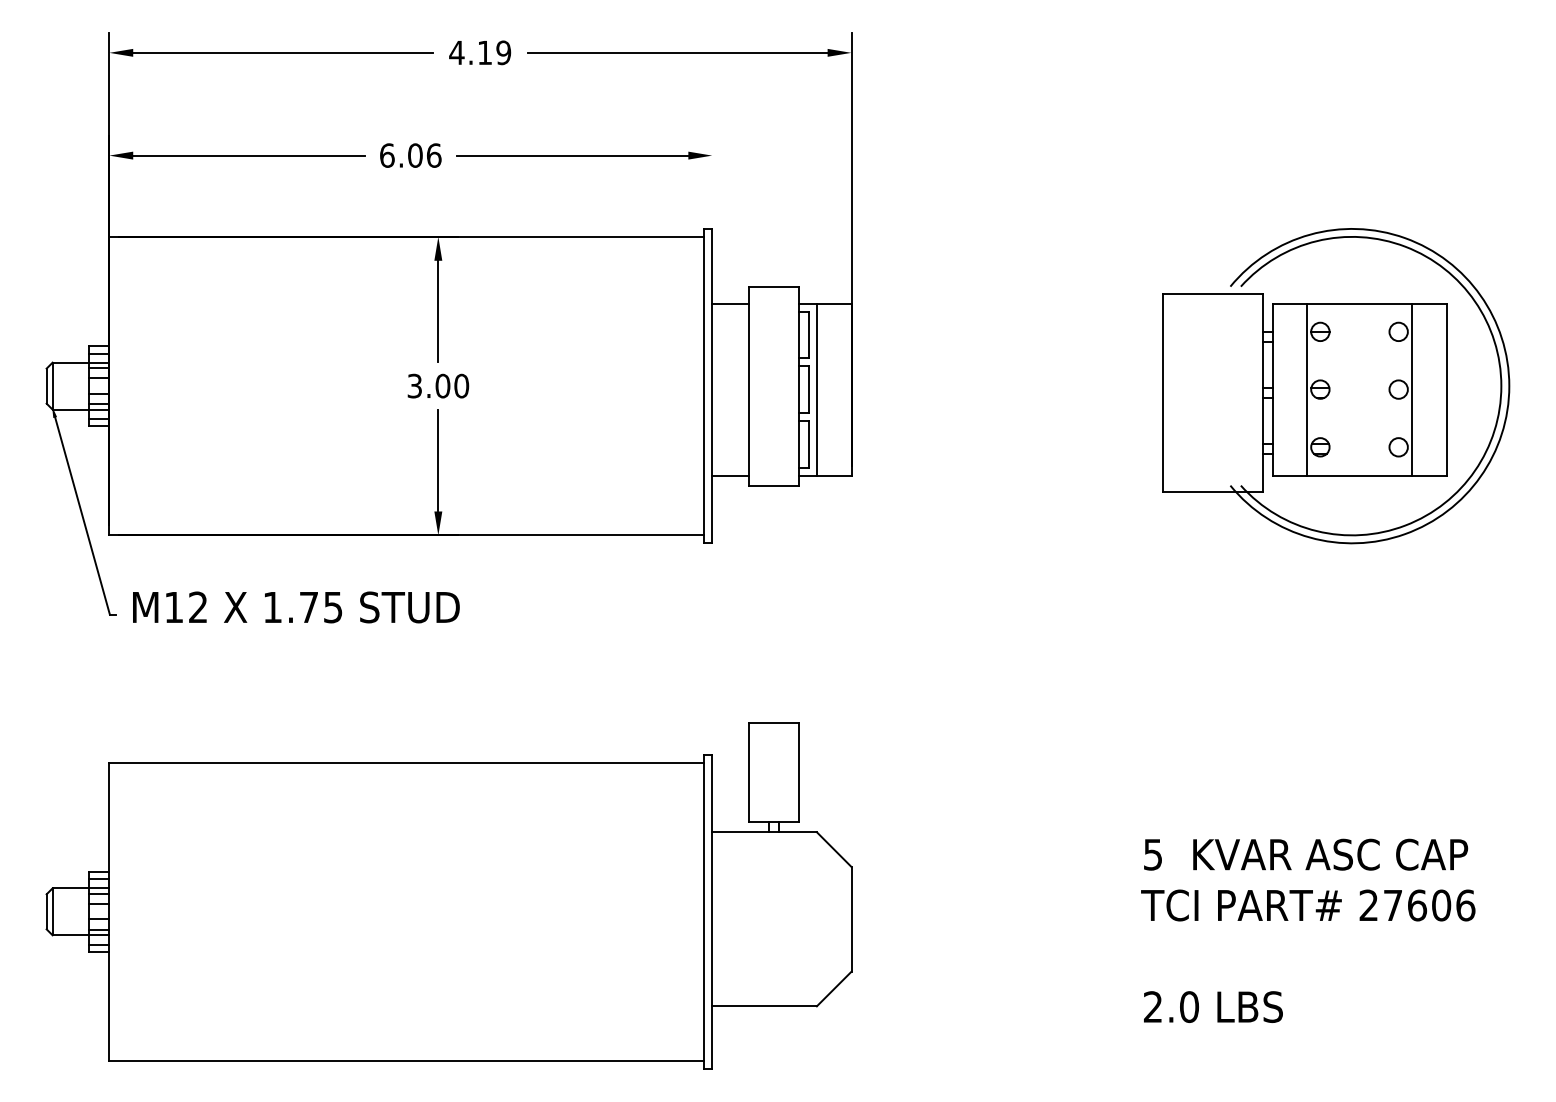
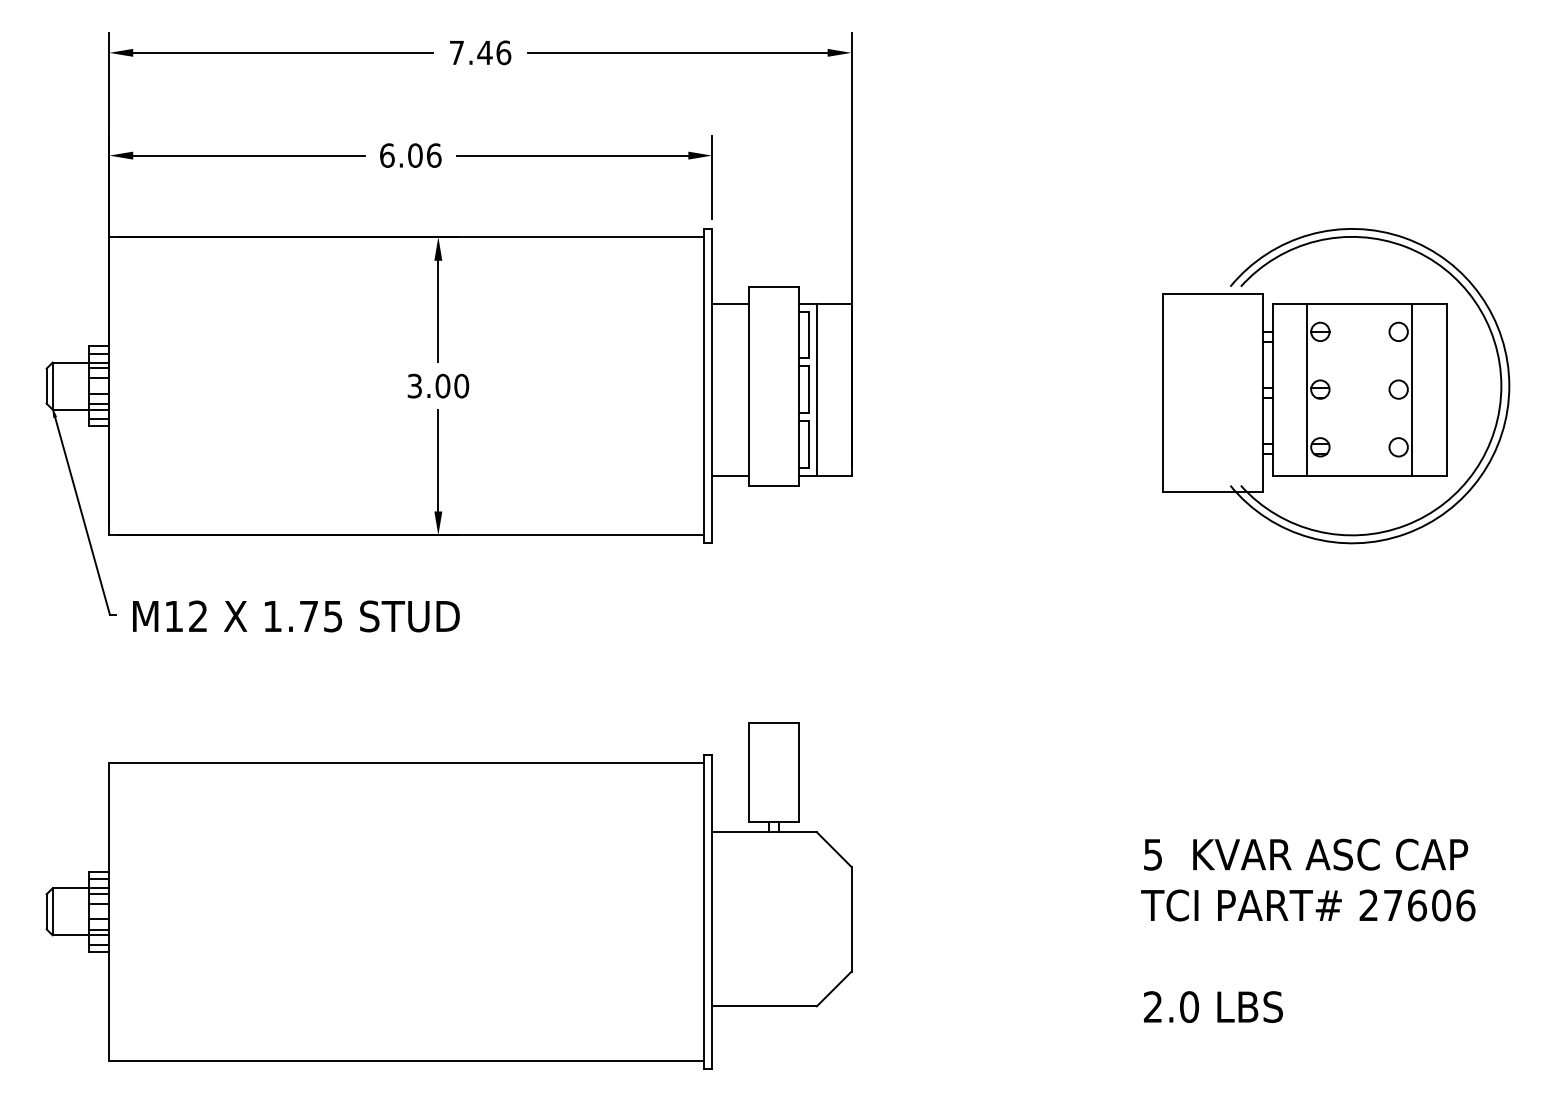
text at (480, 52): 4.19 -> 7.46
line at (712, 177): none -> present
text at (296, 607) position: (296, 607) -> (296, 616)
